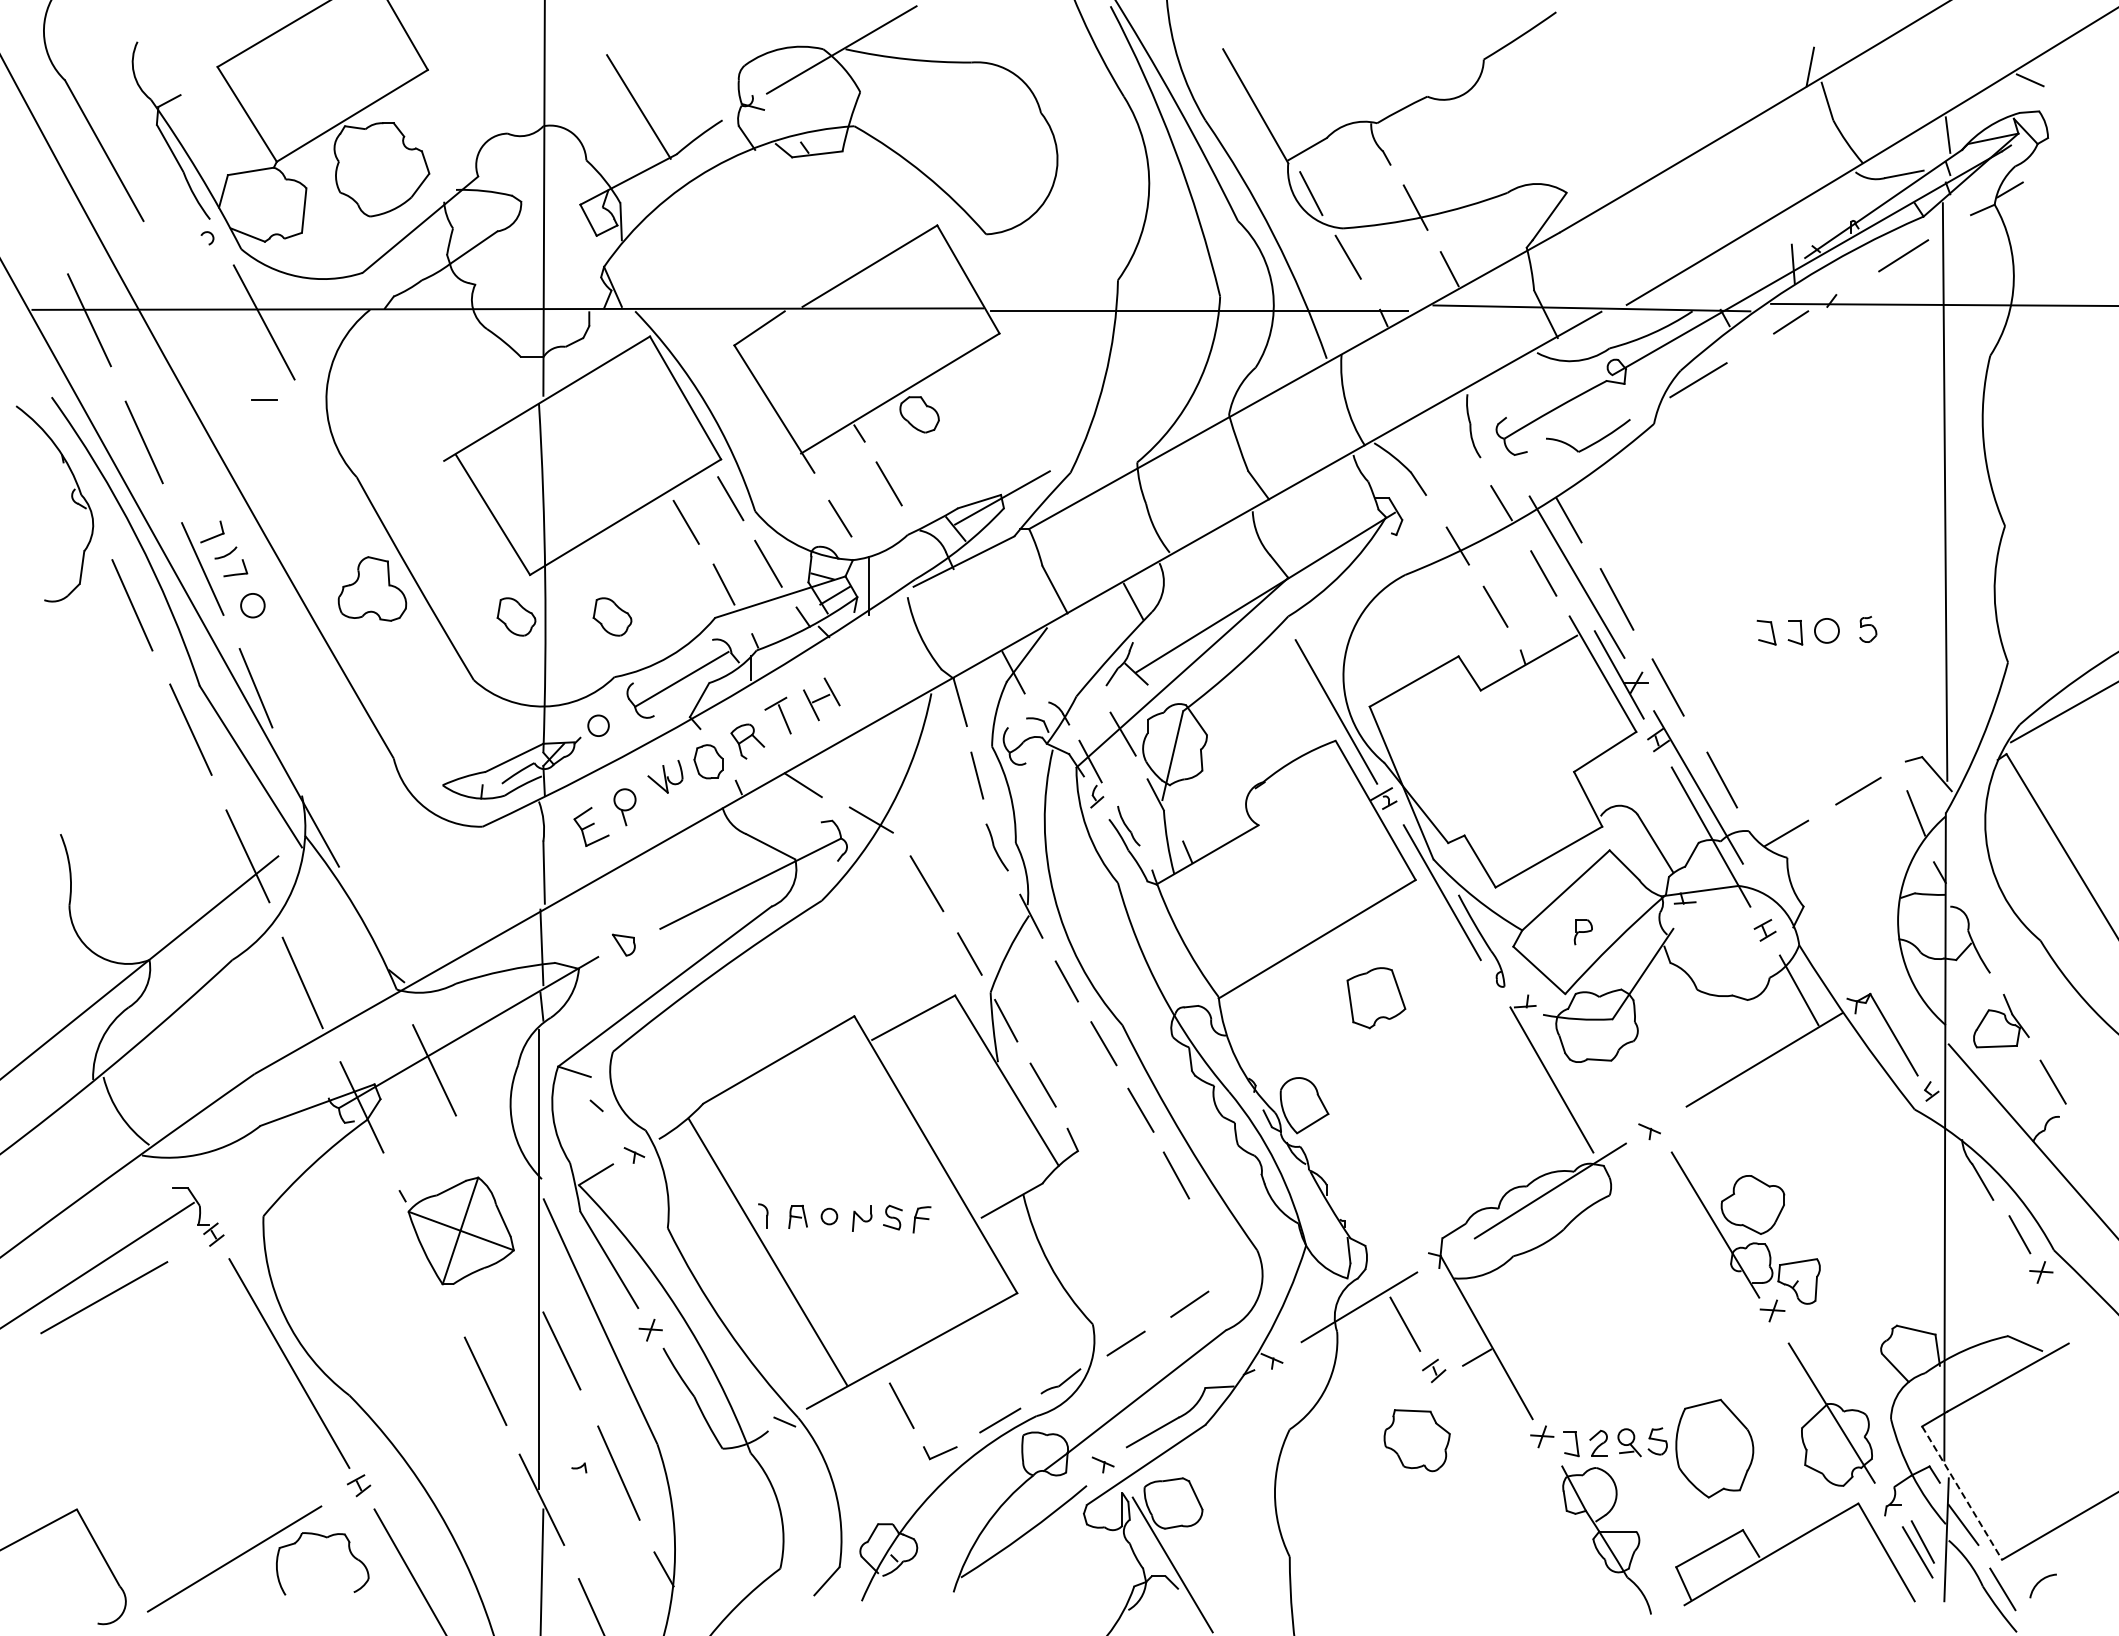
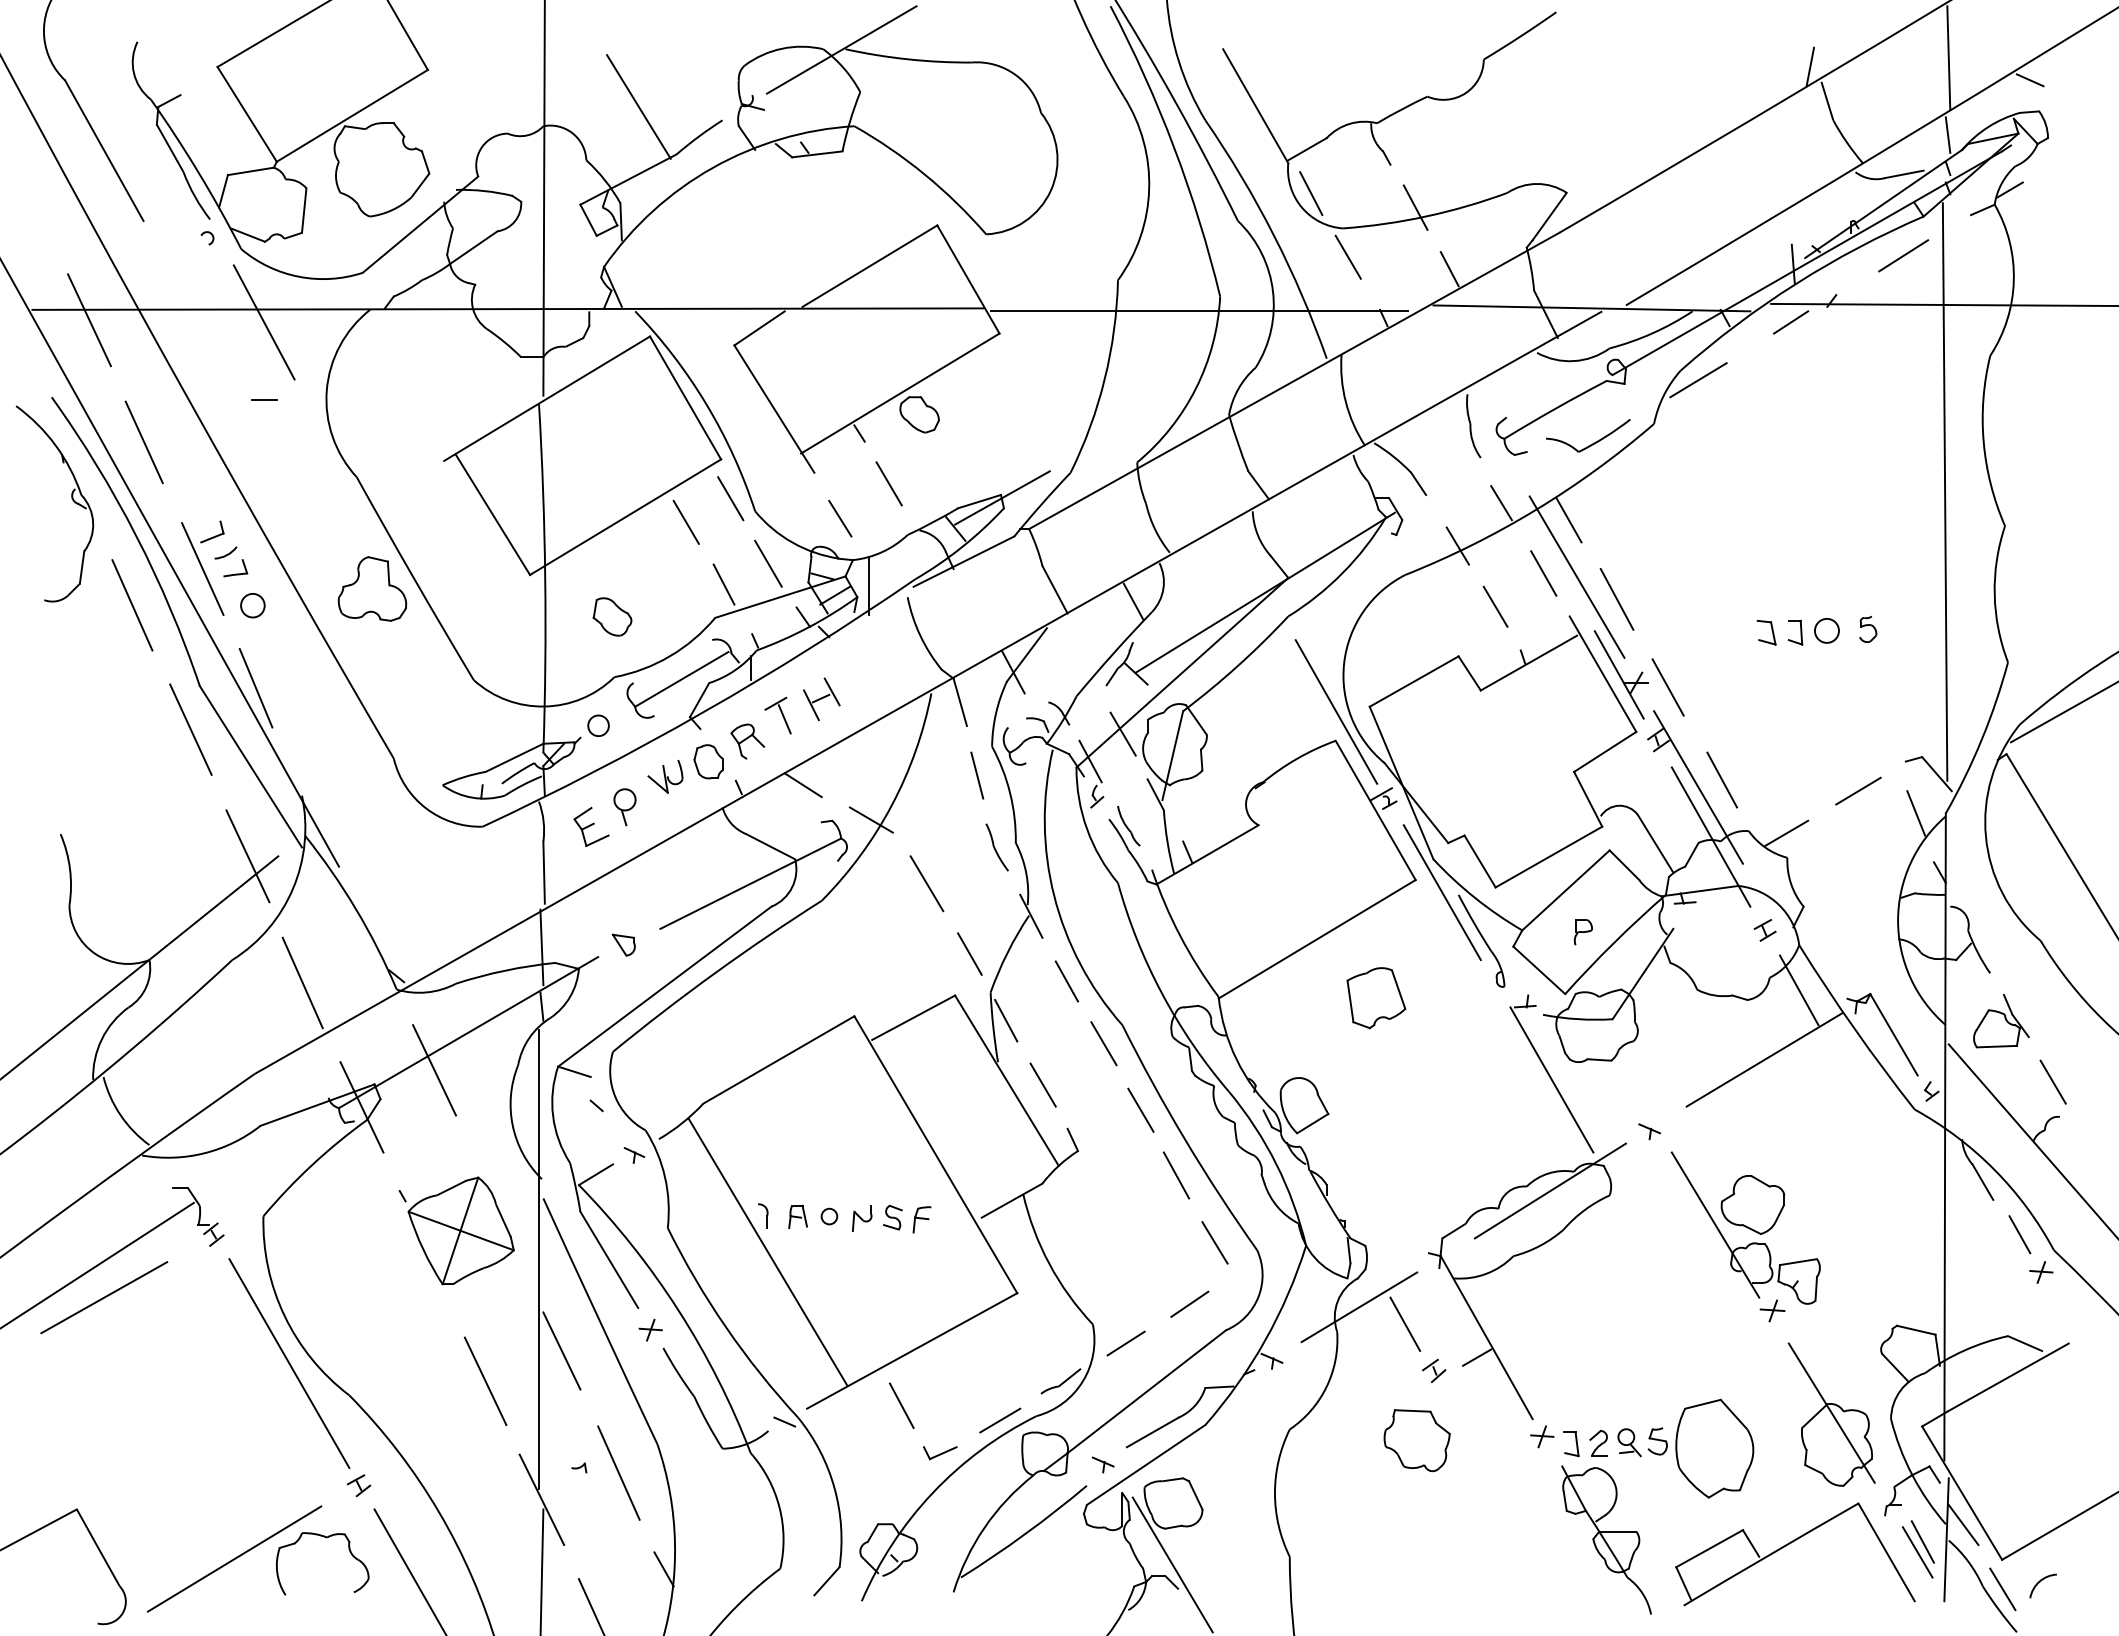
line at (1948, 57): none -> present
part at (516, 616): present -> none
line at (1214, 1242): none -> present
line at (1962, 1493): dashed -> solid
